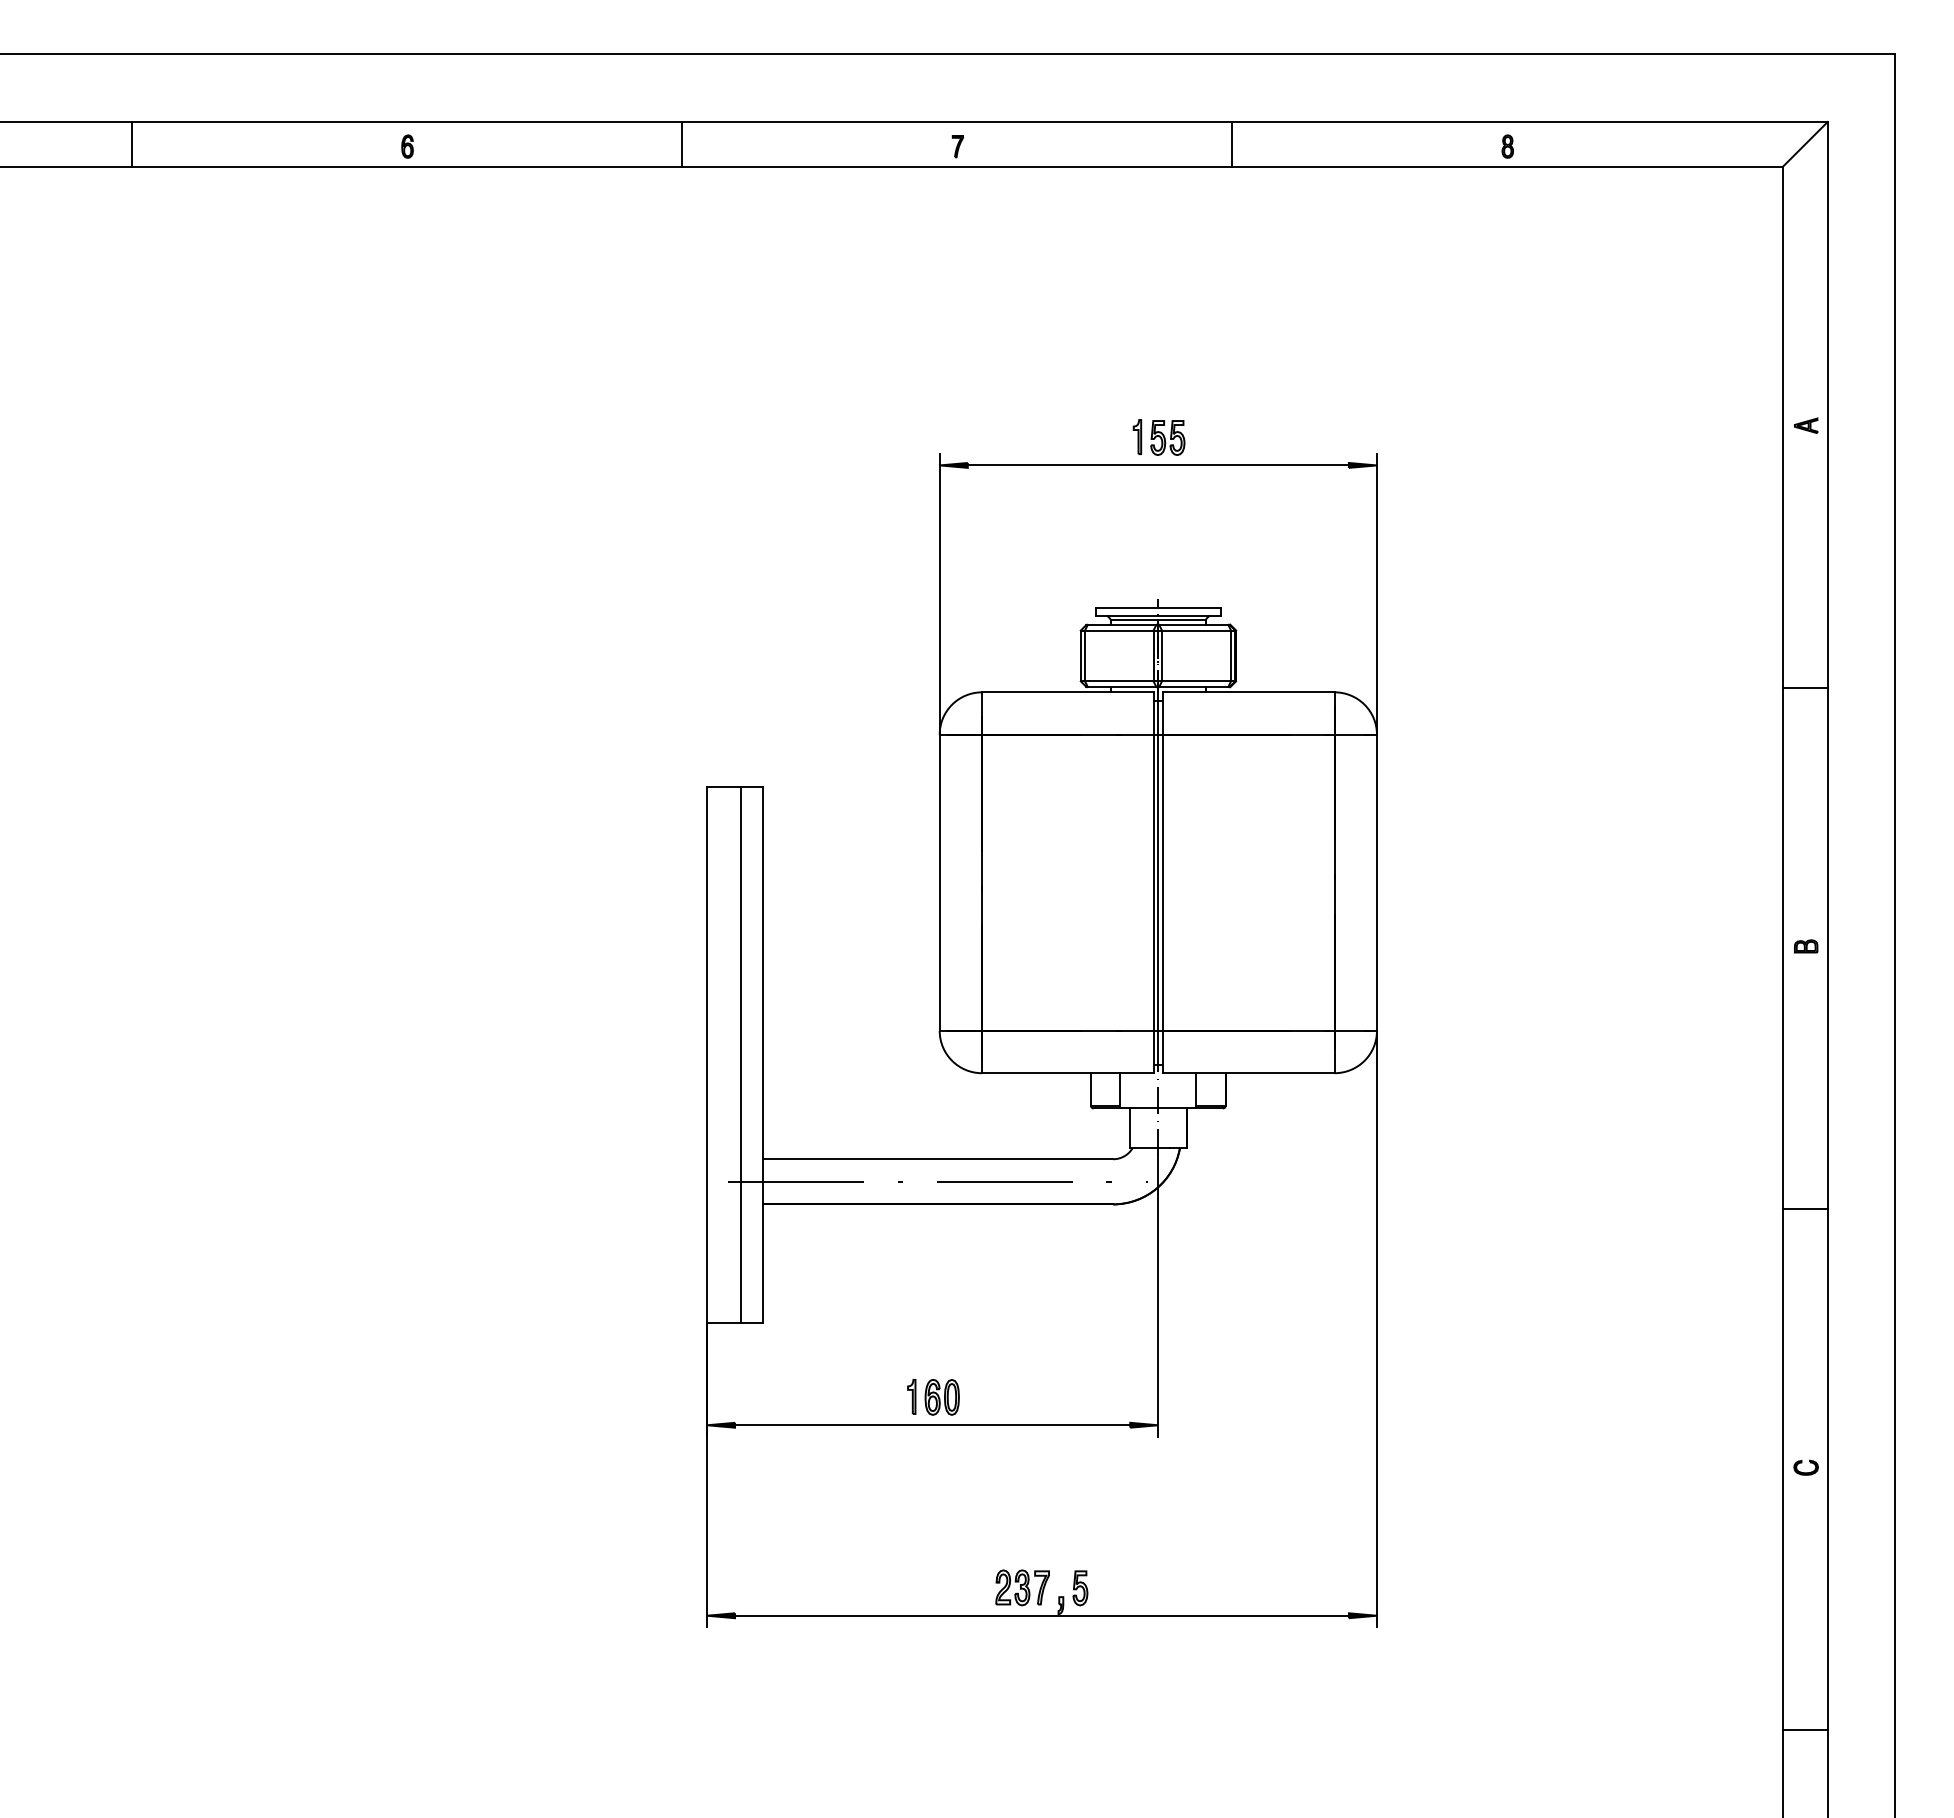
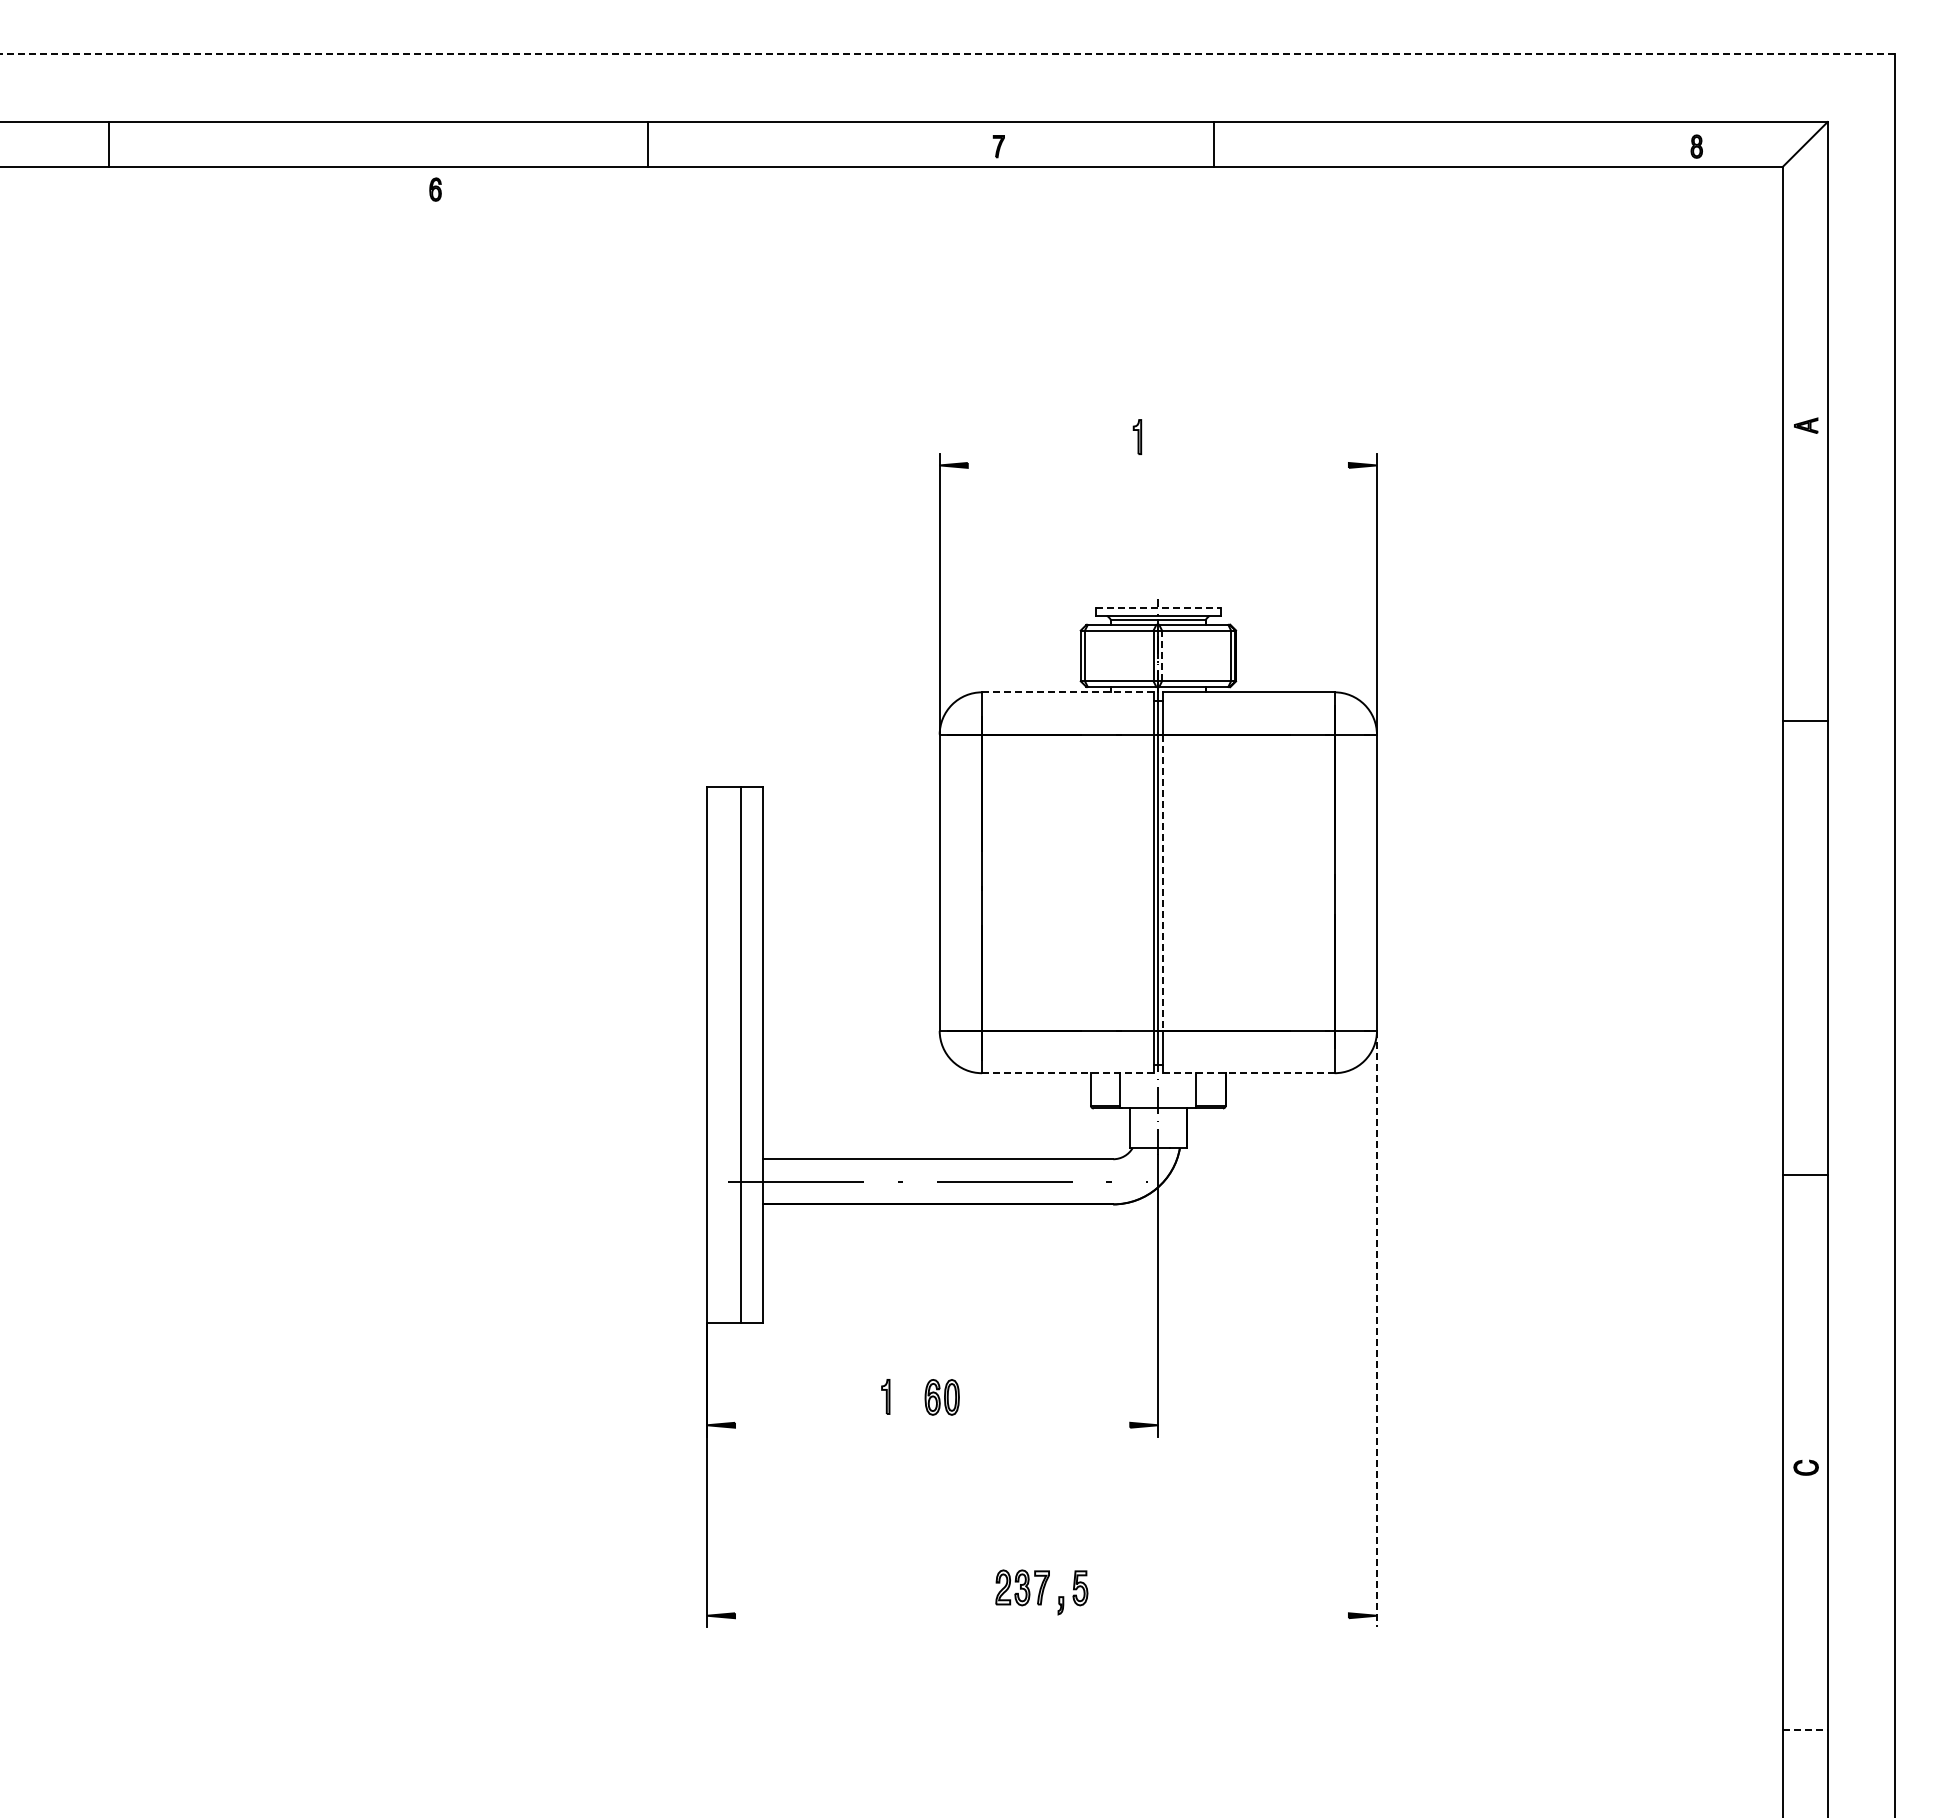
line at (947, 54): solid -> dashed
line at (132, 144) position: (132, 144) -> (109, 144)
line at (682, 144) position: (682, 144) -> (648, 144)
line at (1232, 144) position: (1232, 144) -> (1214, 144)
part at (407, 146) position: (407, 146) -> (435, 189)
part at (957, 146) position: (957, 146) -> (998, 146)
part at (1507, 146) position: (1507, 146) -> (1696, 146)
part at (1167, 437): present -> none
line at (1157, 465): present -> none
line at (1158, 607): solid -> dashed
line at (1162, 655): solid -> dashed
line at (1804, 688) position: (1804, 688) -> (1804, 721)
line at (1068, 692): solid -> dashed
line at (1162, 883): solid -> dashed
part at (1806, 946): present -> none
line at (1067, 1073): solid -> dashed
line at (1248, 1073): solid -> dashed
line at (1804, 1209) position: (1804, 1209) -> (1804, 1175)
line at (1376, 1329): solid -> dashed
part at (911, 1396) position: (911, 1396) -> (885, 1396)
line at (932, 1425): present -> none
line at (1041, 1615): present -> none
line at (1805, 1730): solid -> dashed
